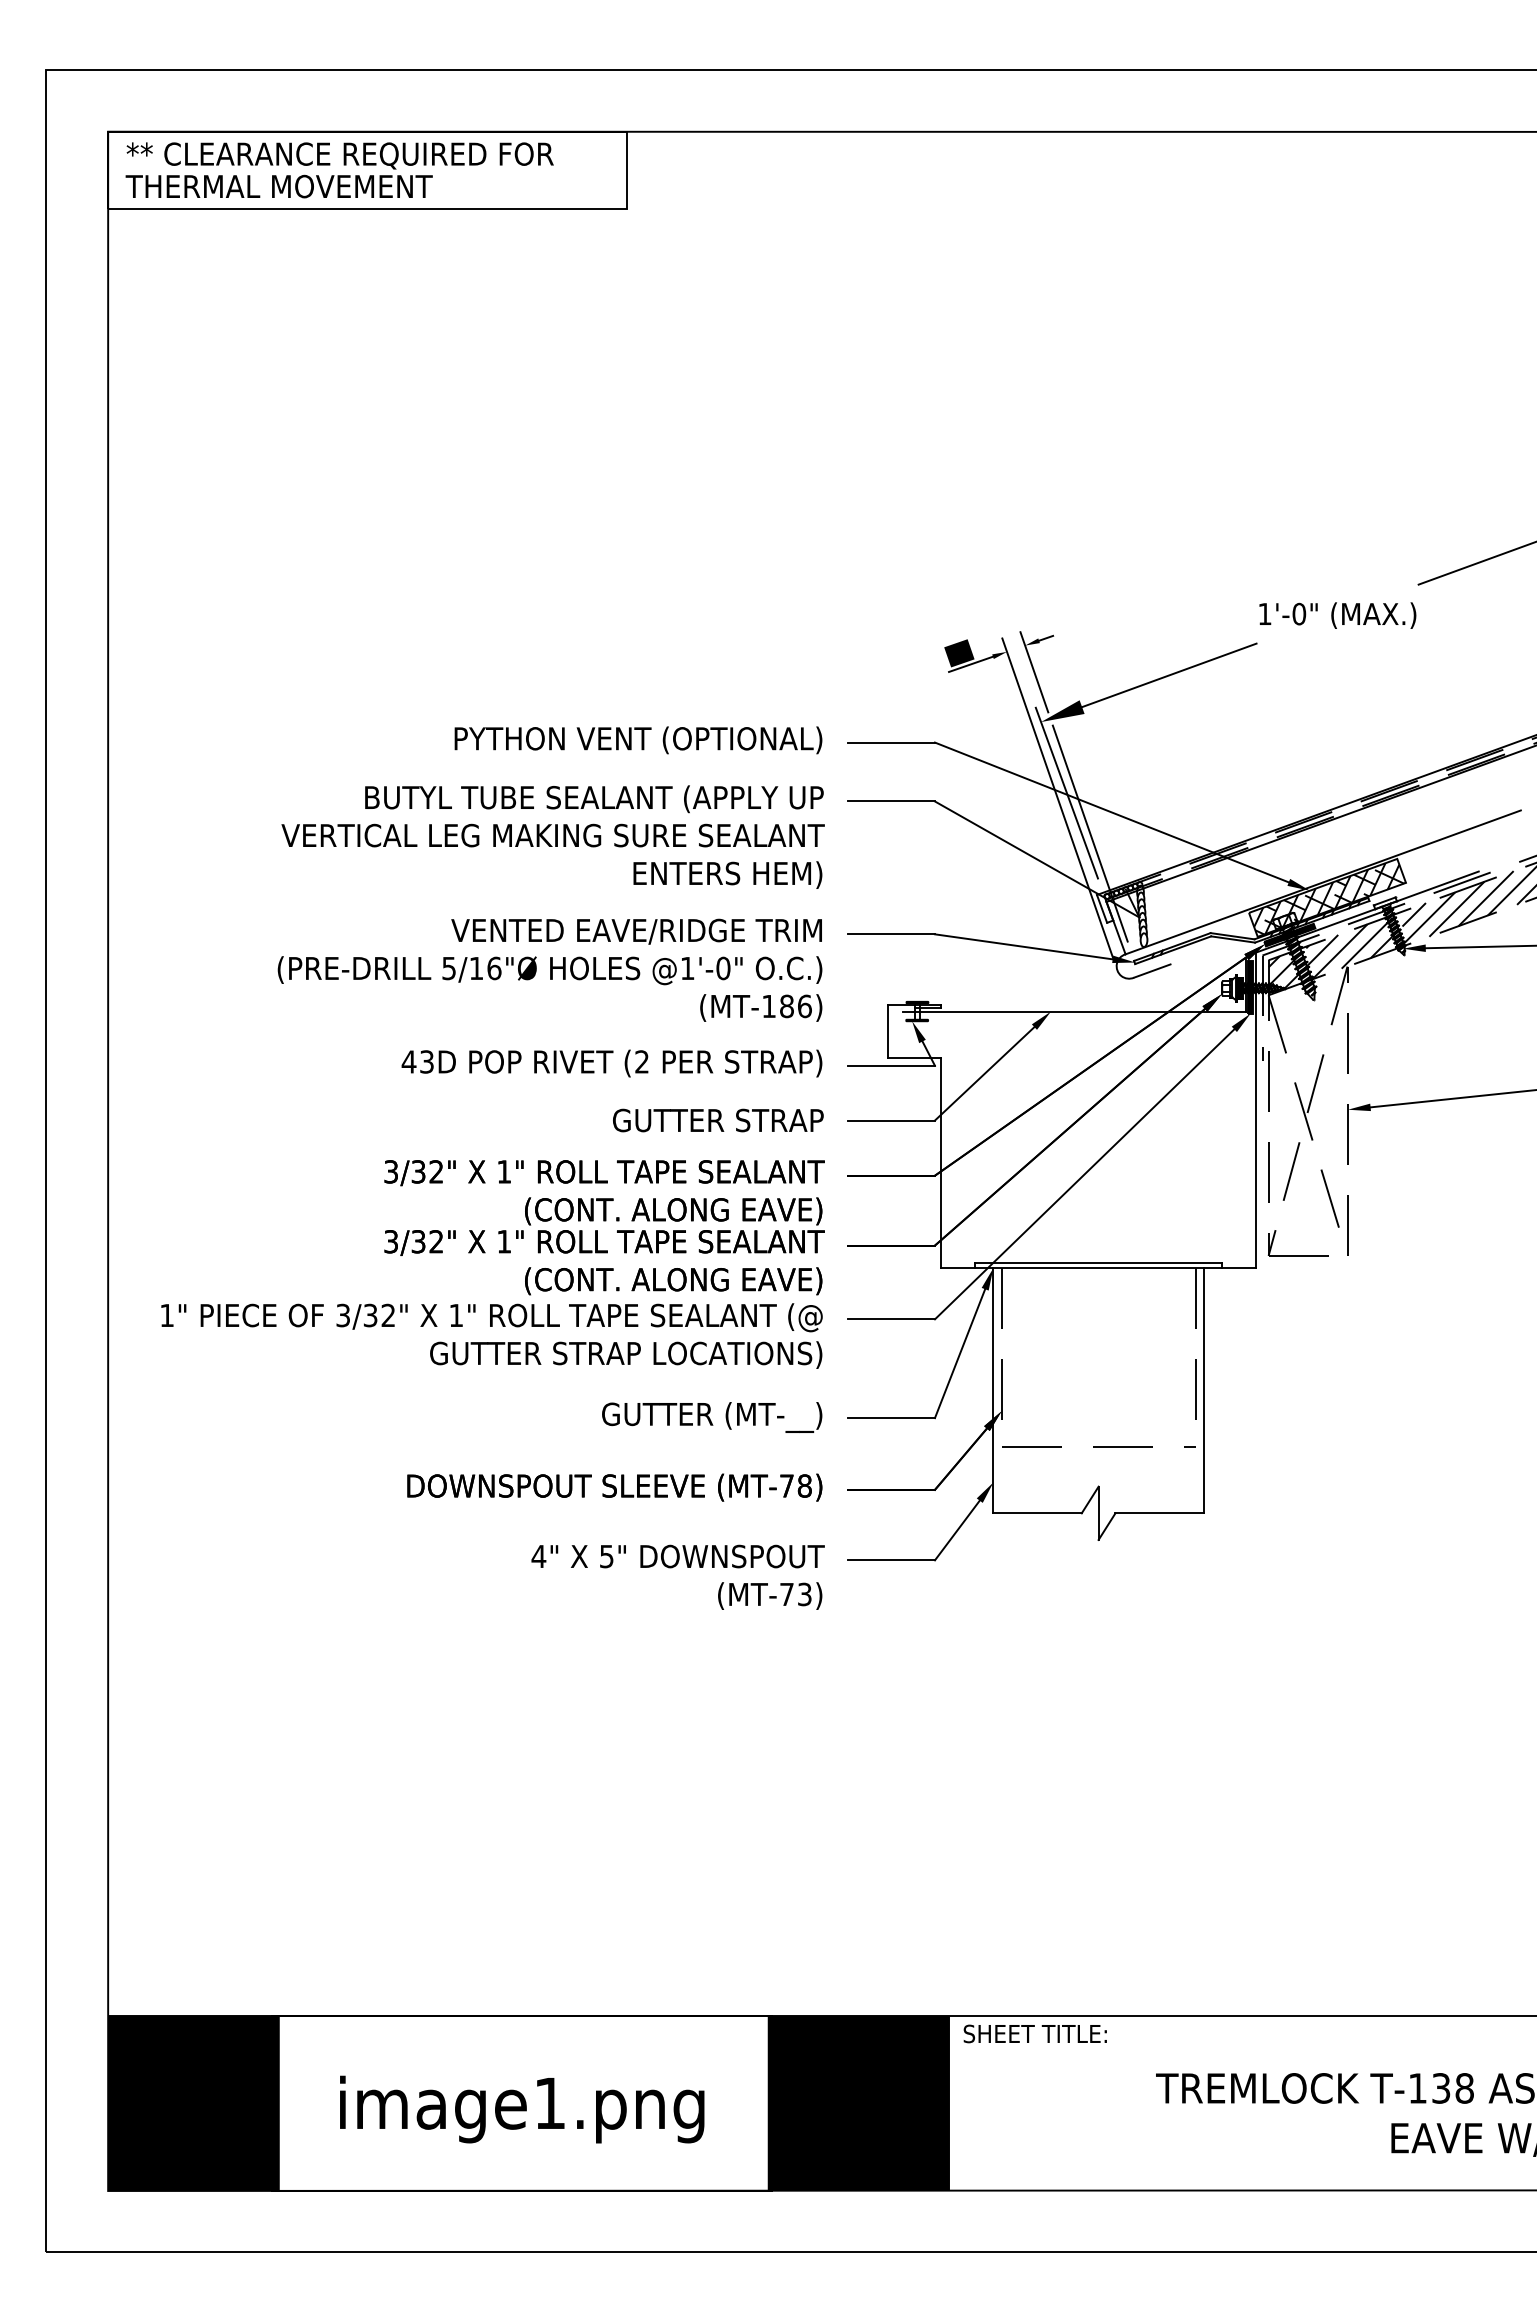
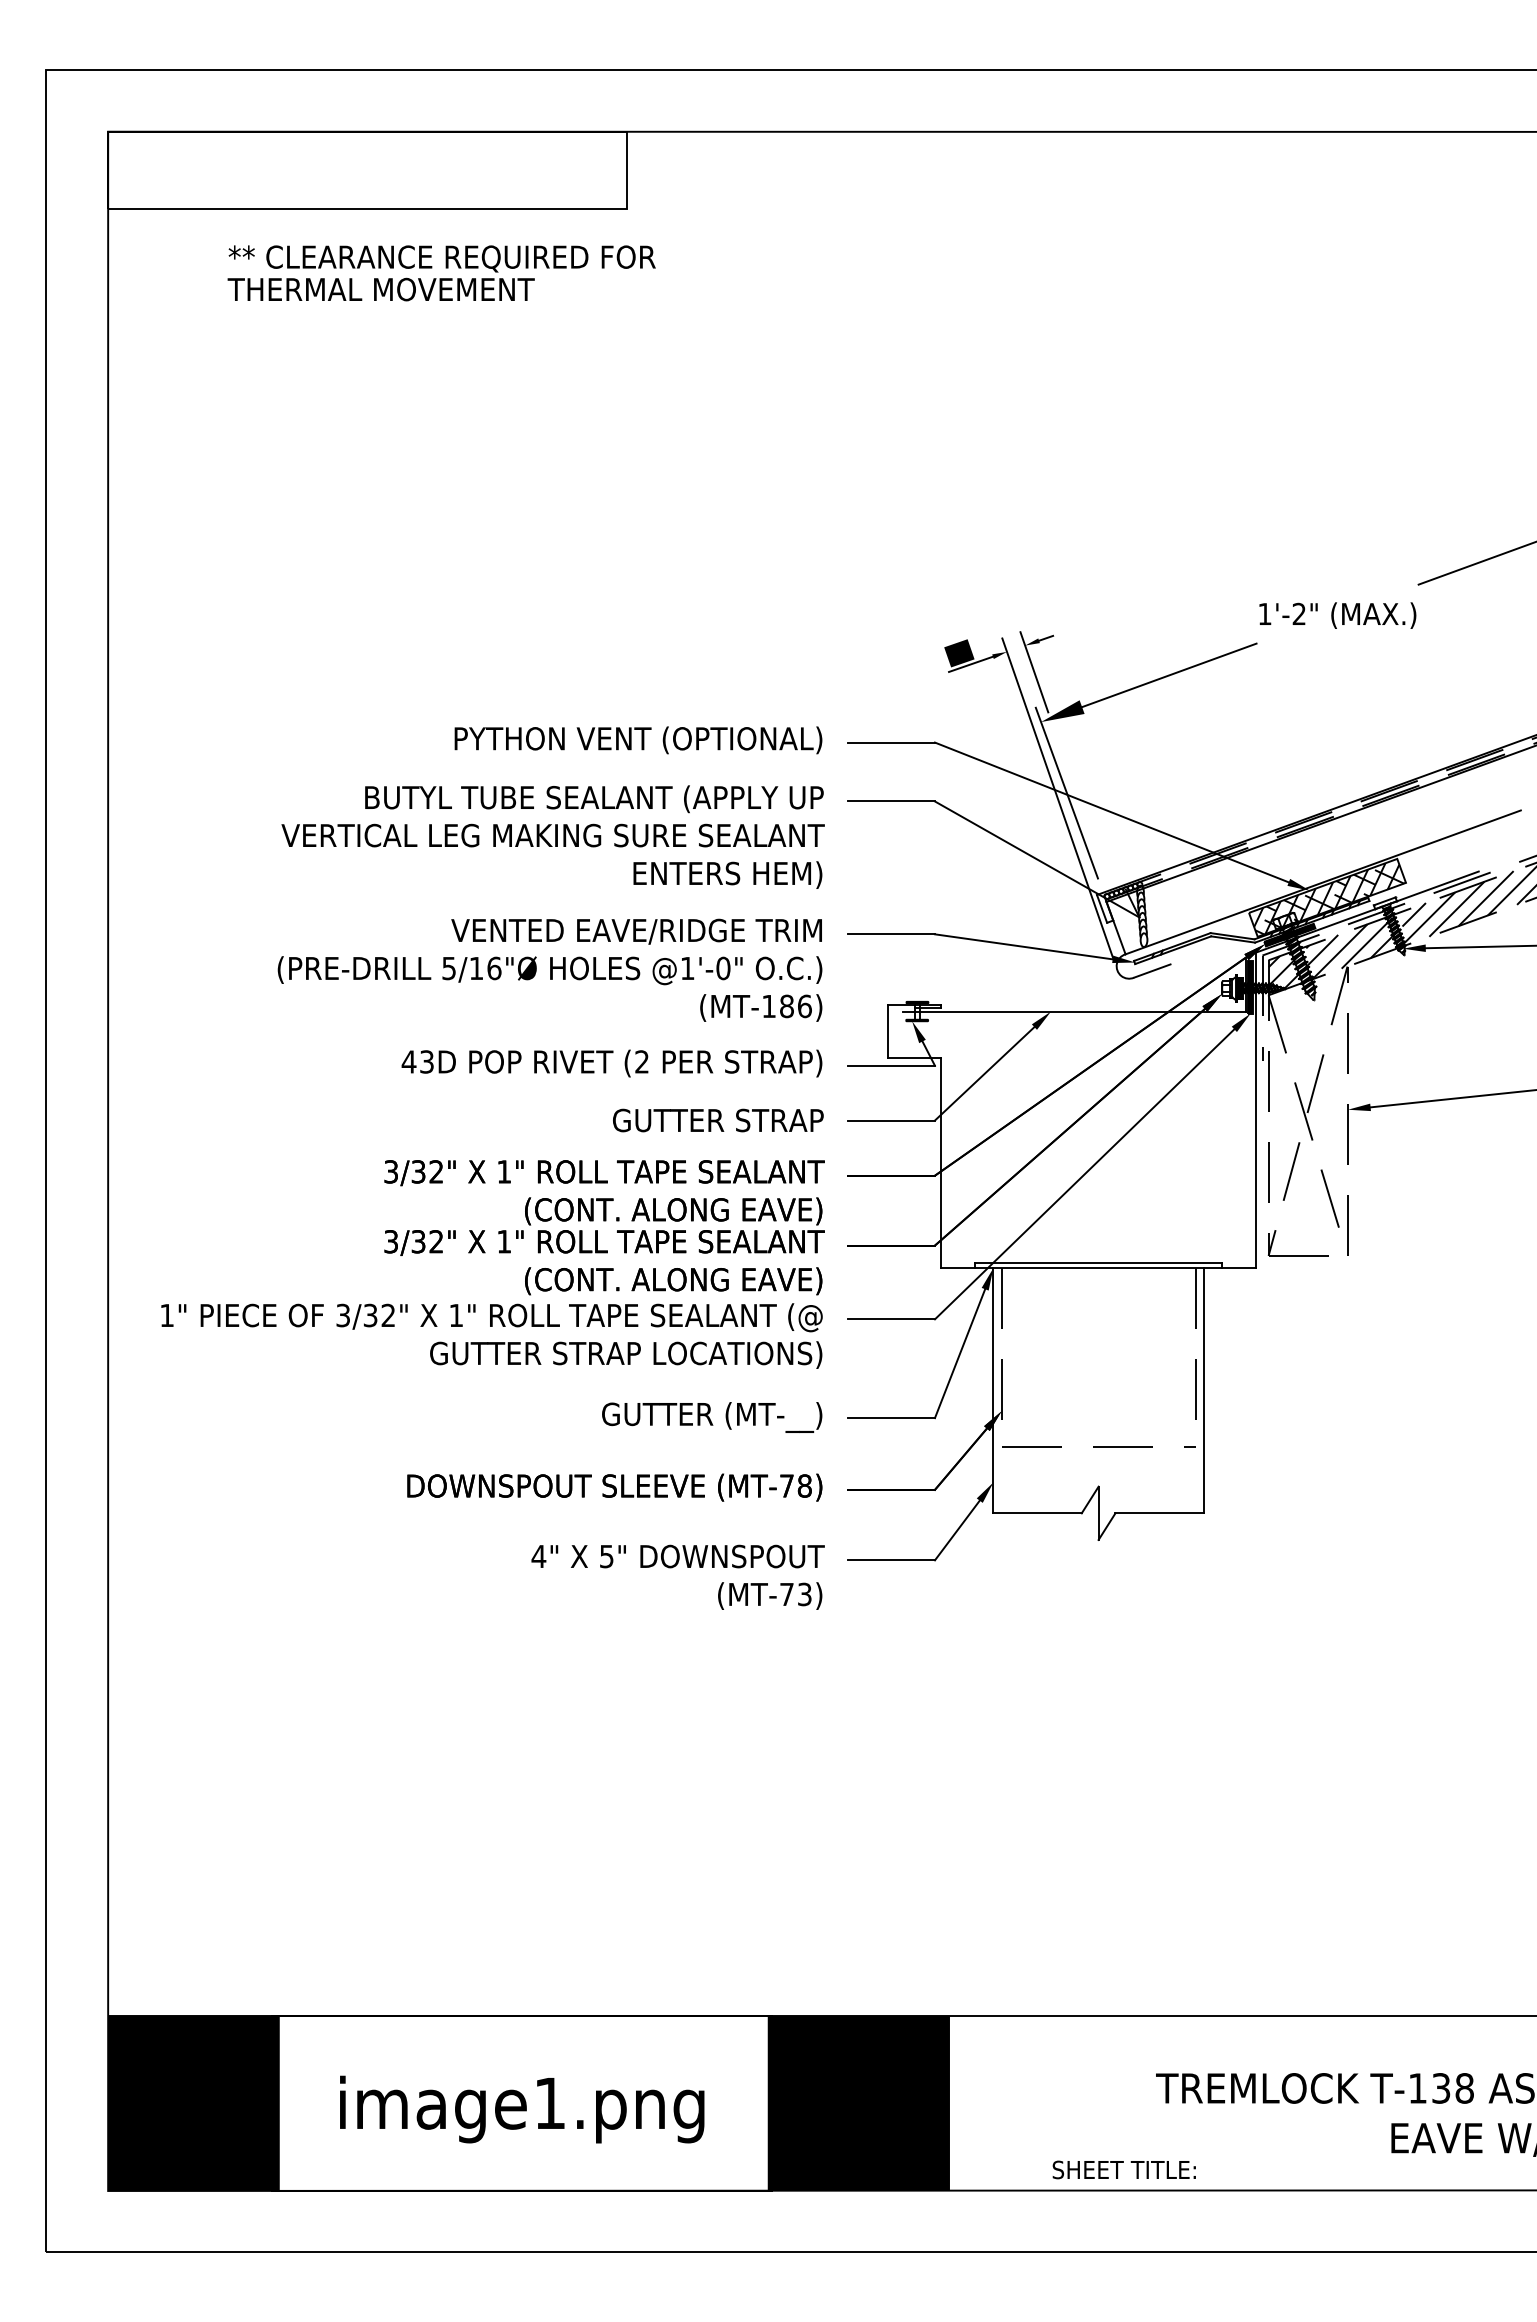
text at (339, 170) position: (339, 170) -> (441, 273)
text at (1299, 613): 1'-0" -> 1'-2"
line at (1089, 833): present -> none
text at (1034, 2033) position: (1034, 2033) -> (1123, 2169)
